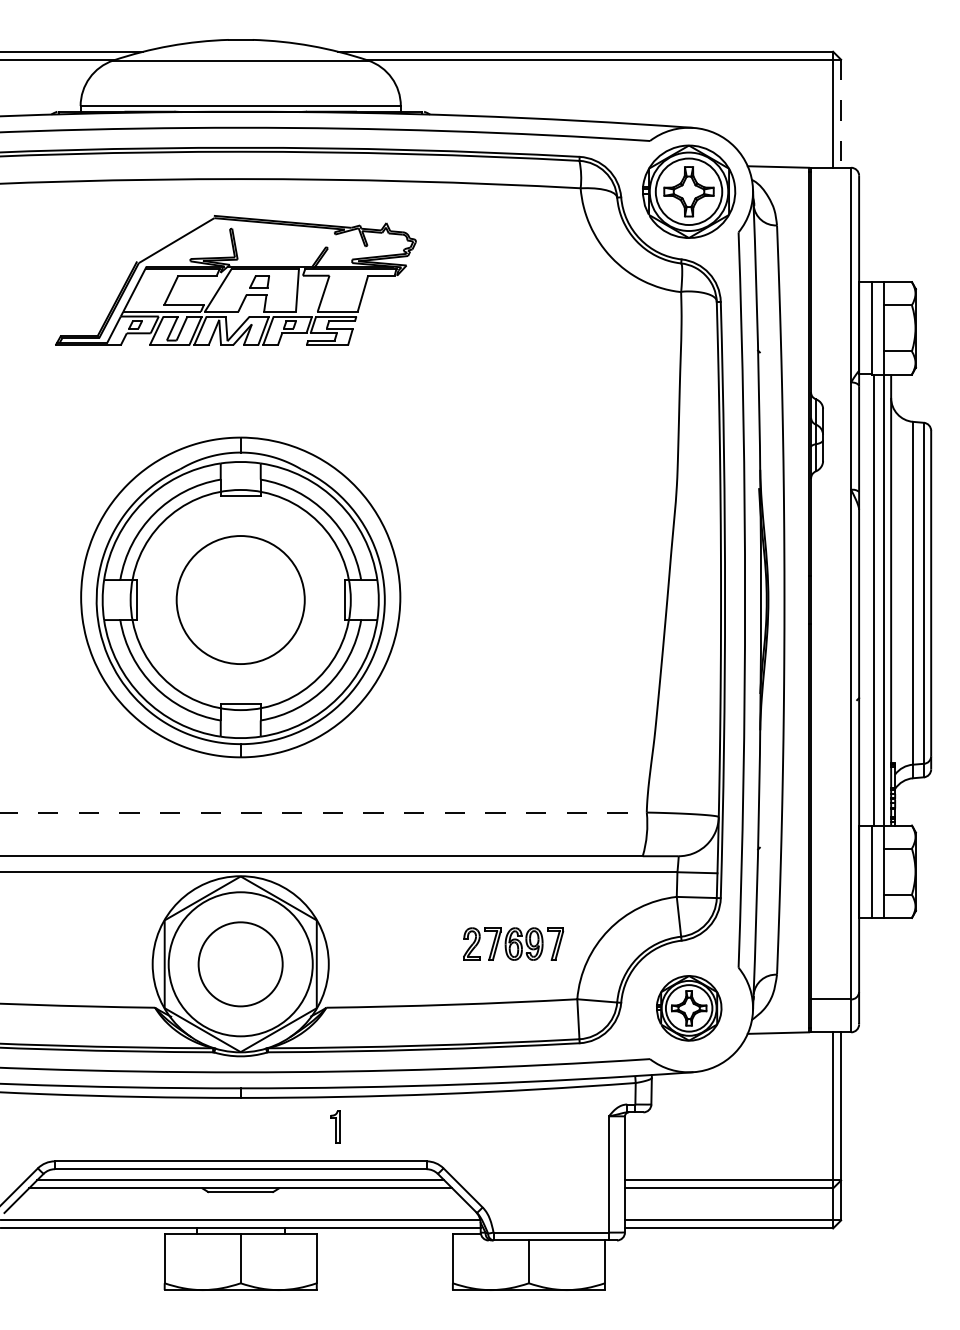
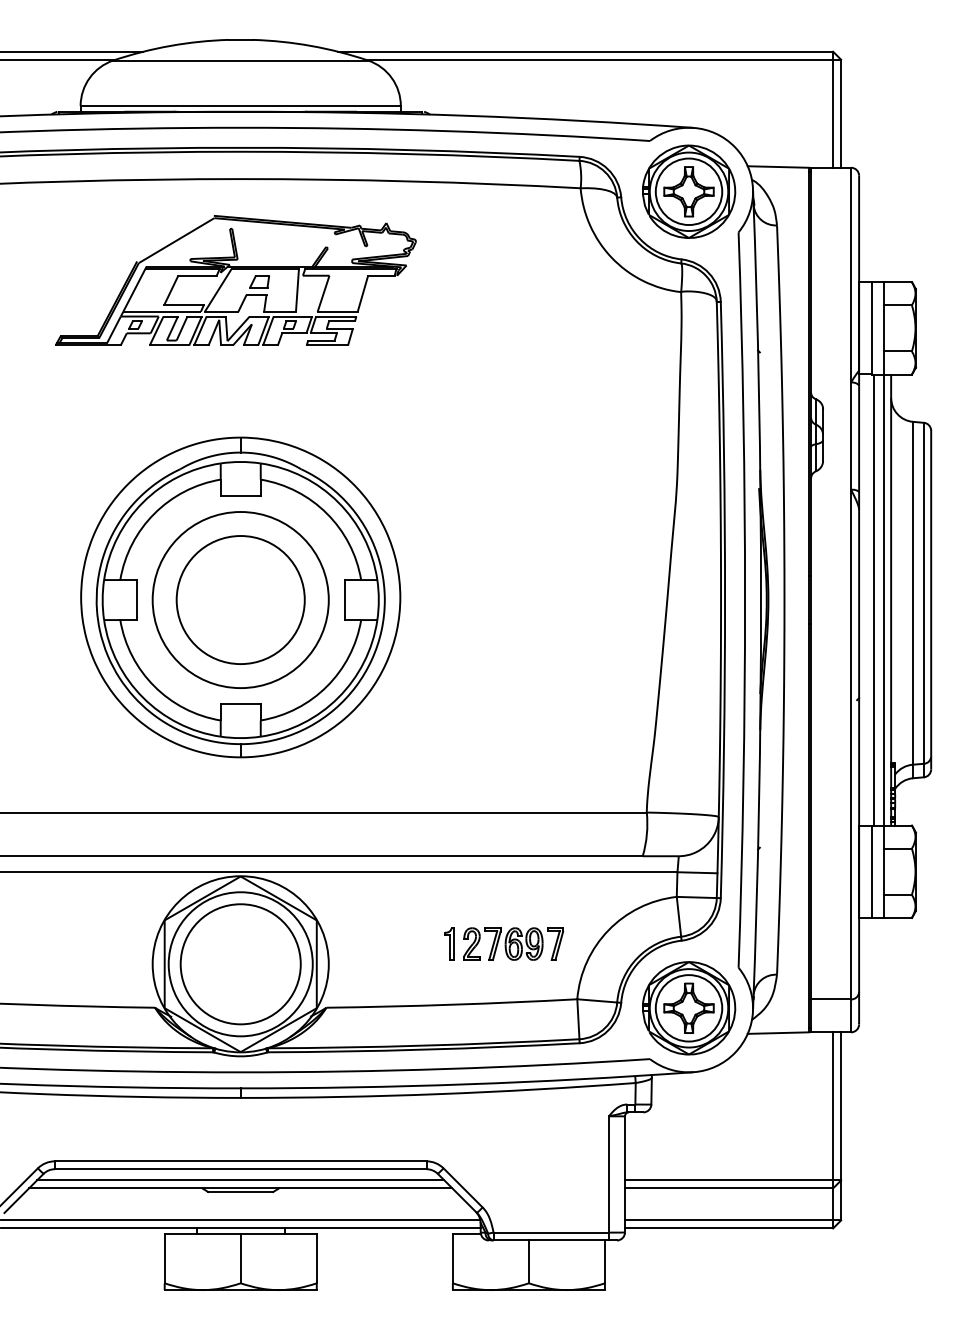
line at (841, 114): dashed -> solid
circle at (240, 599) diameter: 220 px -> 176 px
line at (324, 812): dashed -> solid
circle at (240, 964) size: 87x87 px -> 123x123 px
part at (689, 1008) size: 67x67 px -> 95x95 px
part at (335, 1126) position: (335, 1126) -> (449, 943)
